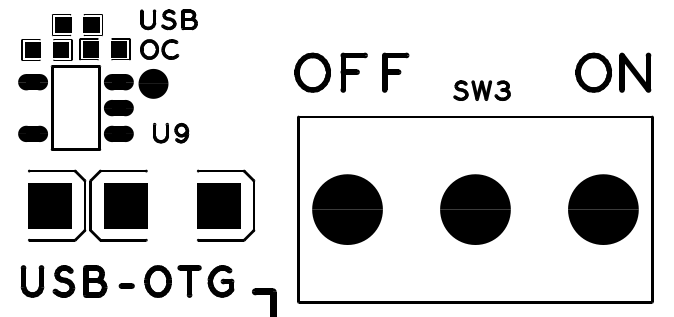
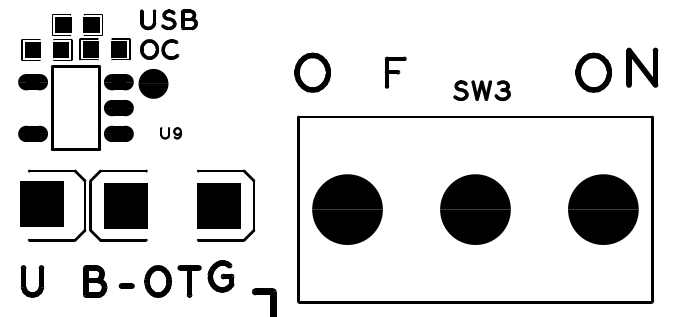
part at (353, 72): present -> none
part at (395, 72) size: 28x41 px -> 23x33 px
part at (635, 72) position: (635, 72) -> (642, 67)
part at (171, 133) size: 37x21 px -> 22x13 px
part at (49, 205) position: (49, 205) -> (41, 203)
part at (63, 281): present -> none
part at (220, 281) position: (220, 281) -> (220, 276)
